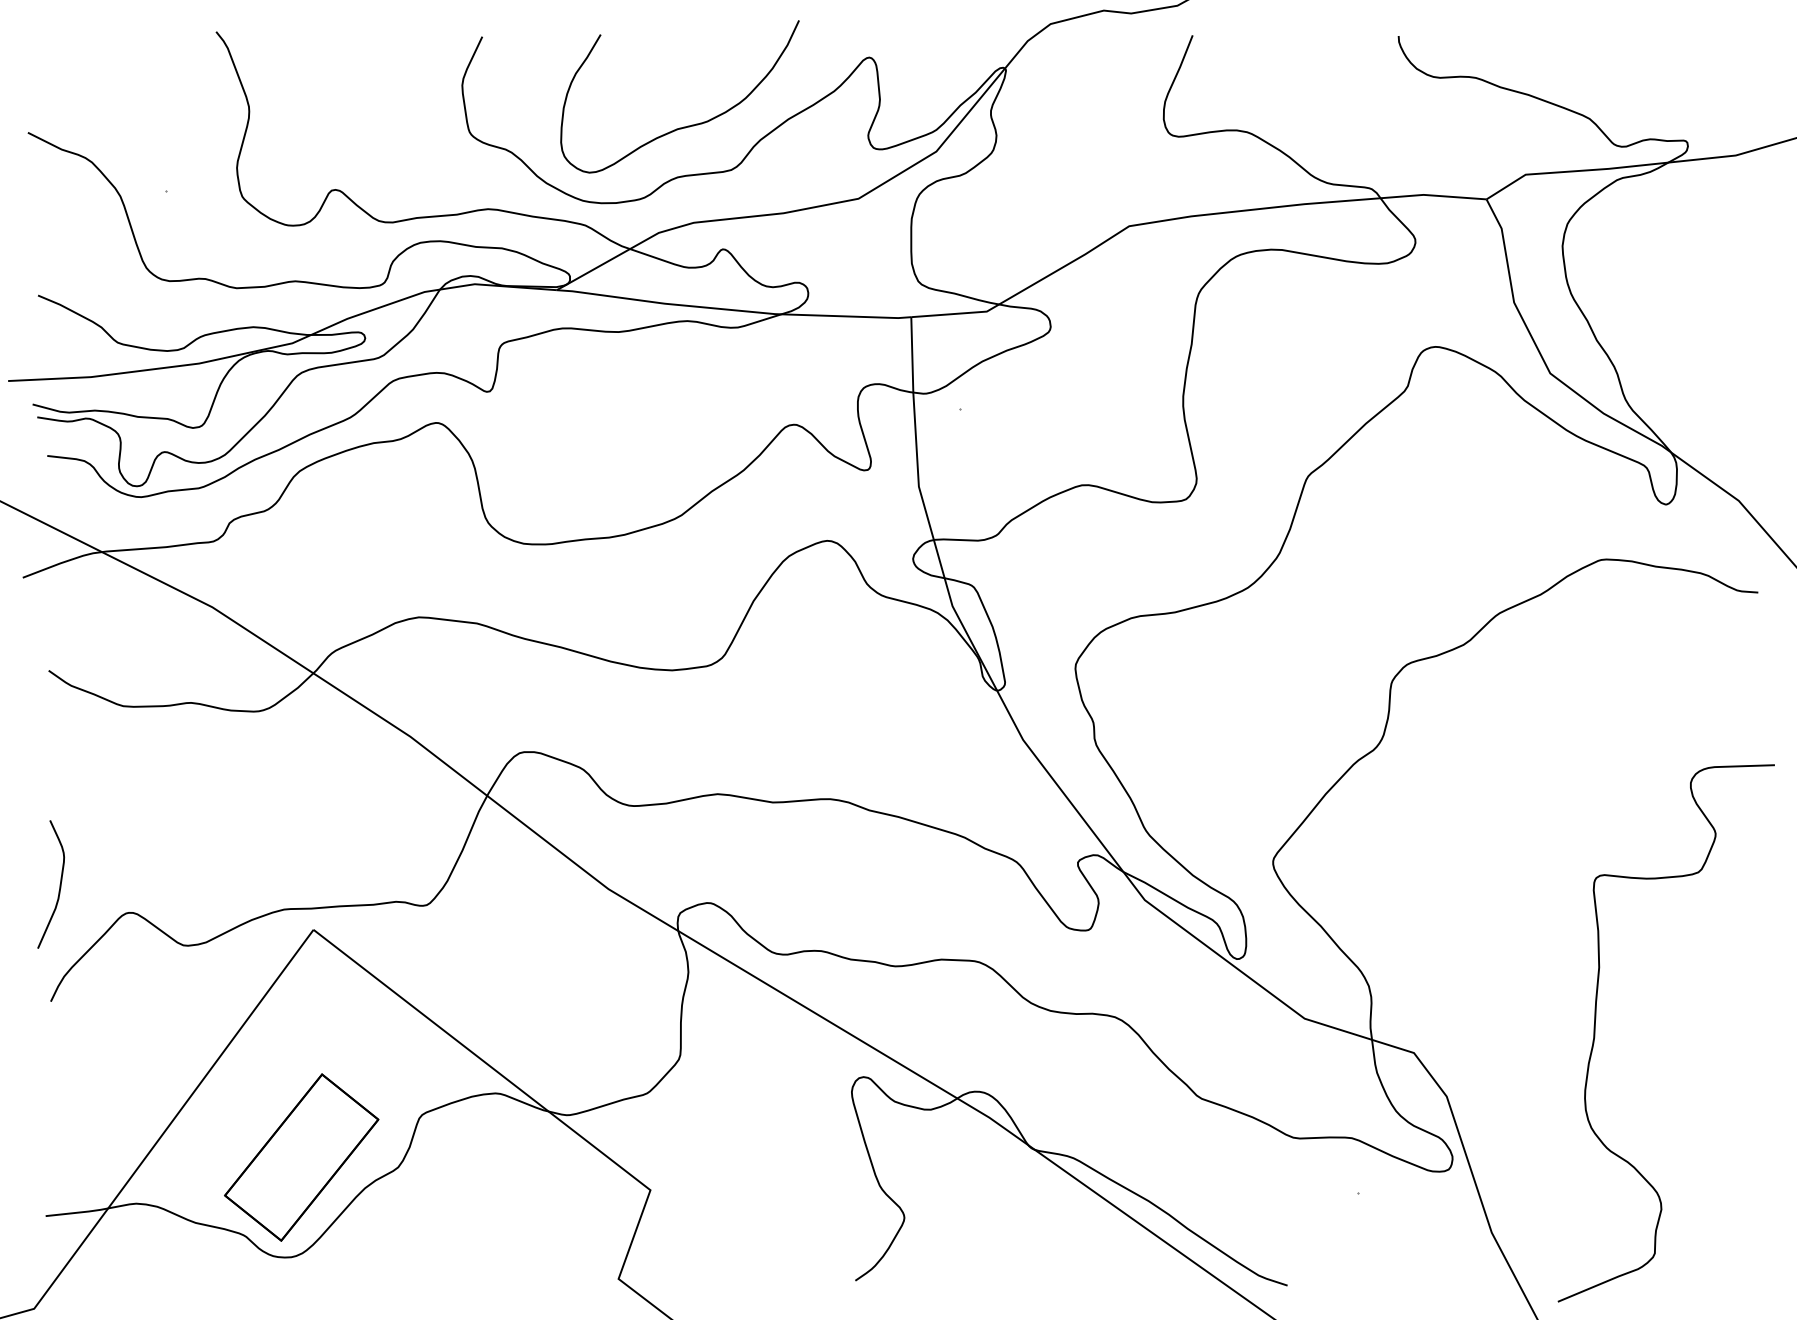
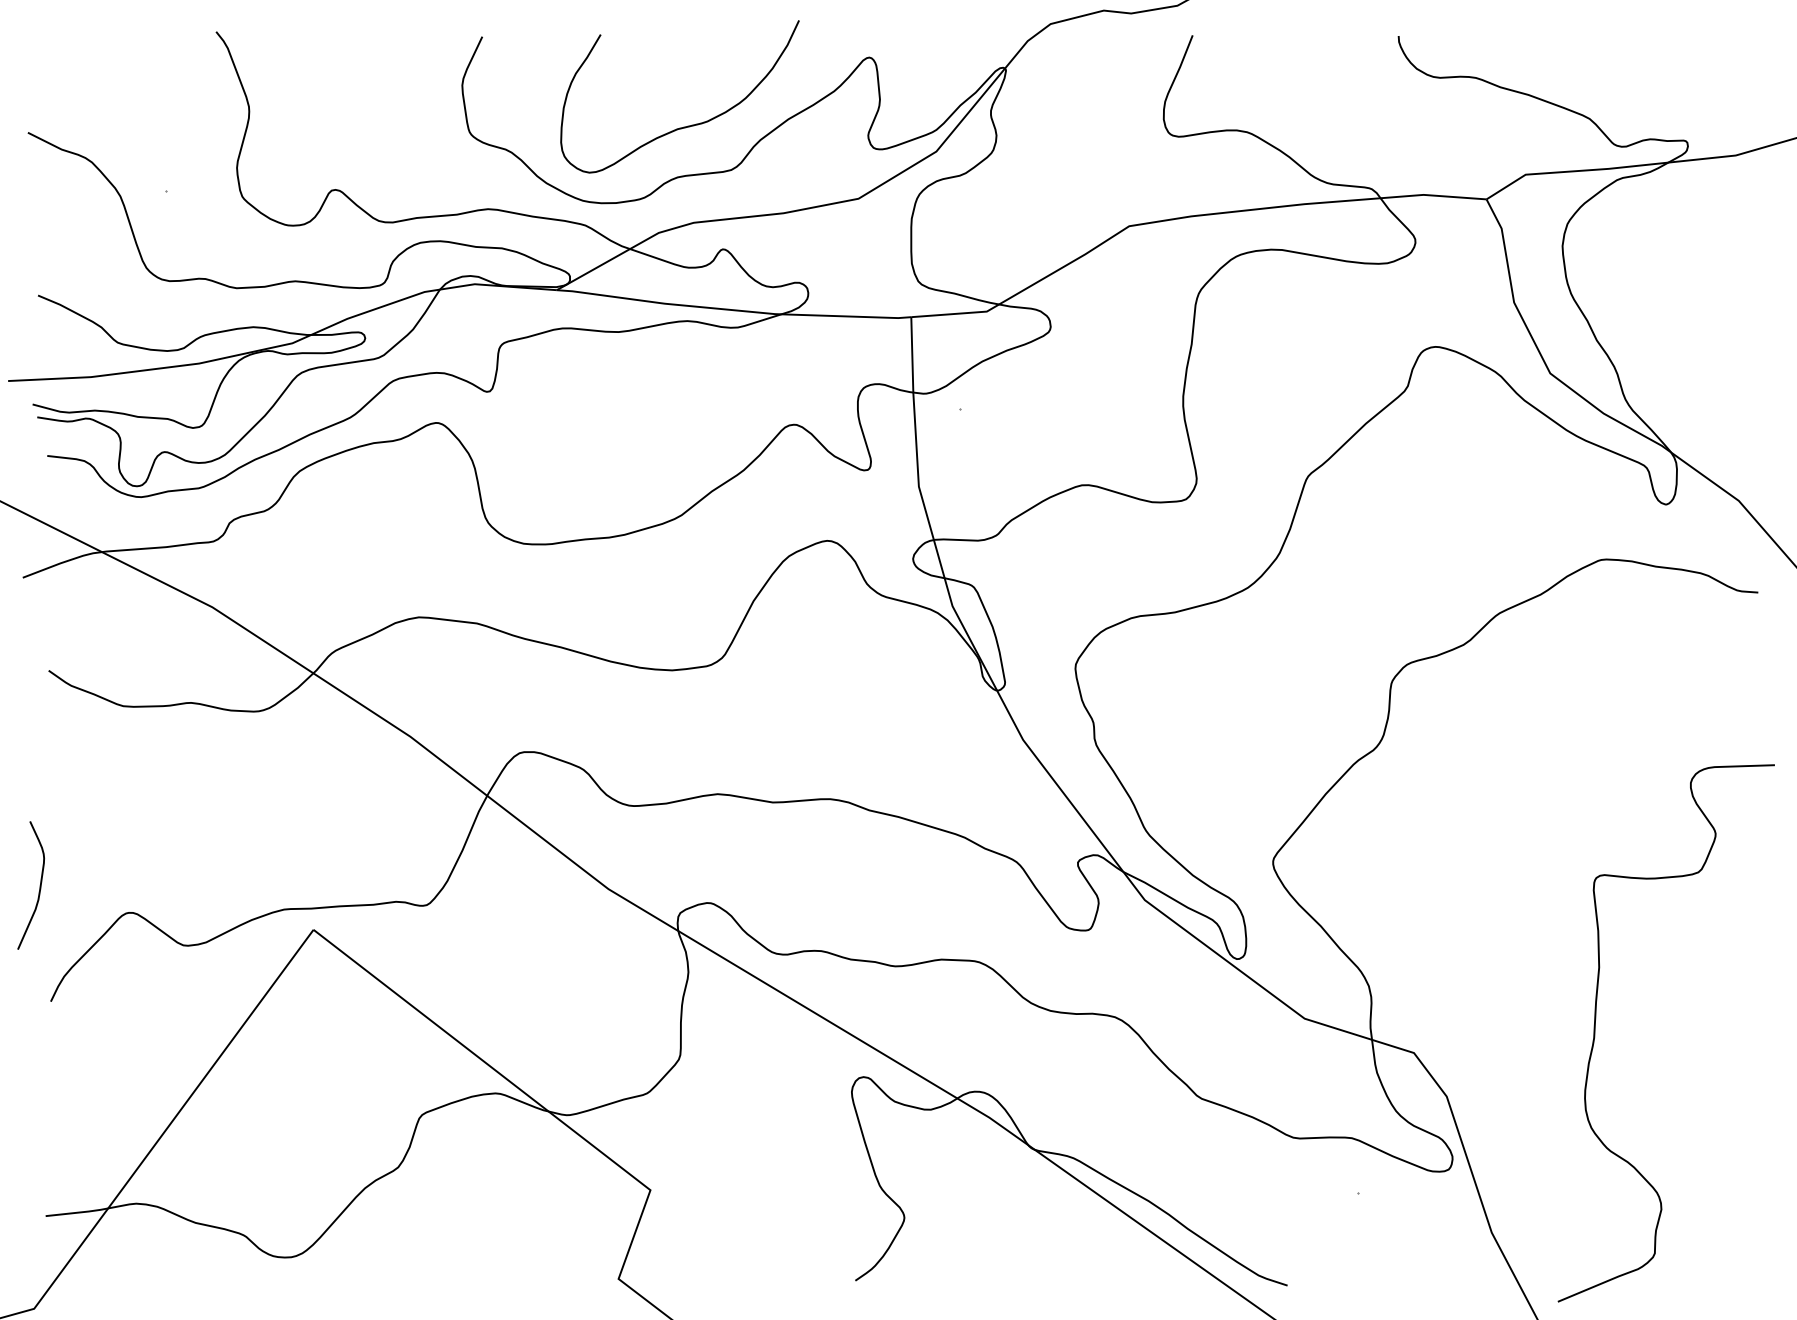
curve at (59, 884) position: (59, 884) -> (39, 885)
part at (301, 1157): present -> none
